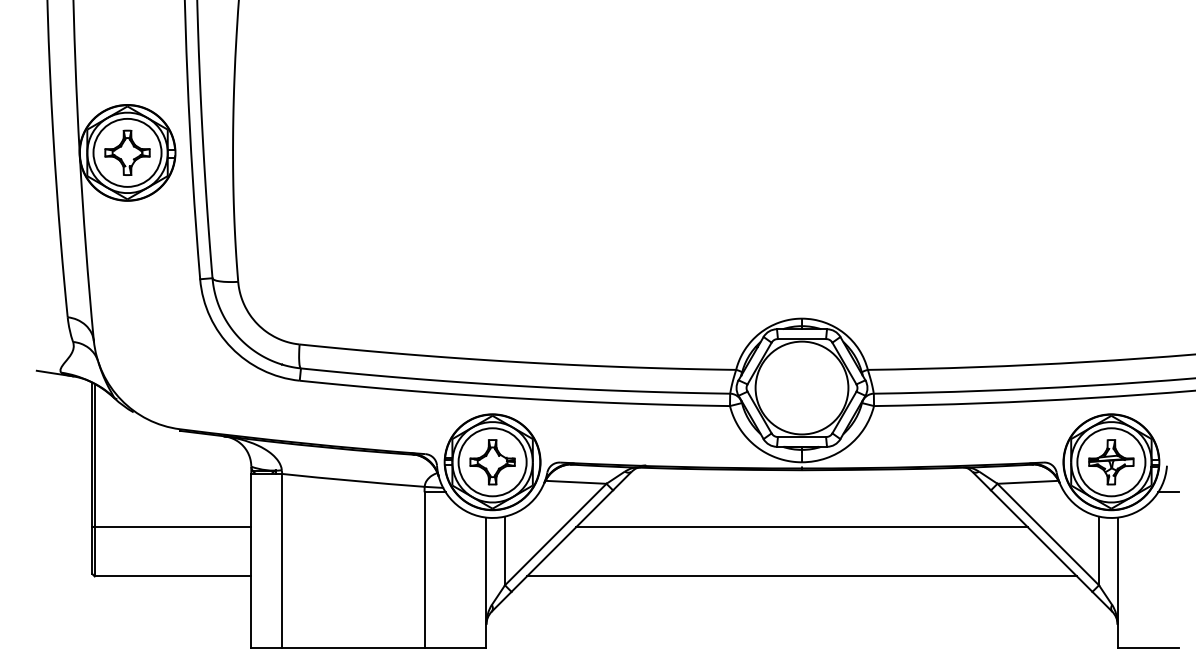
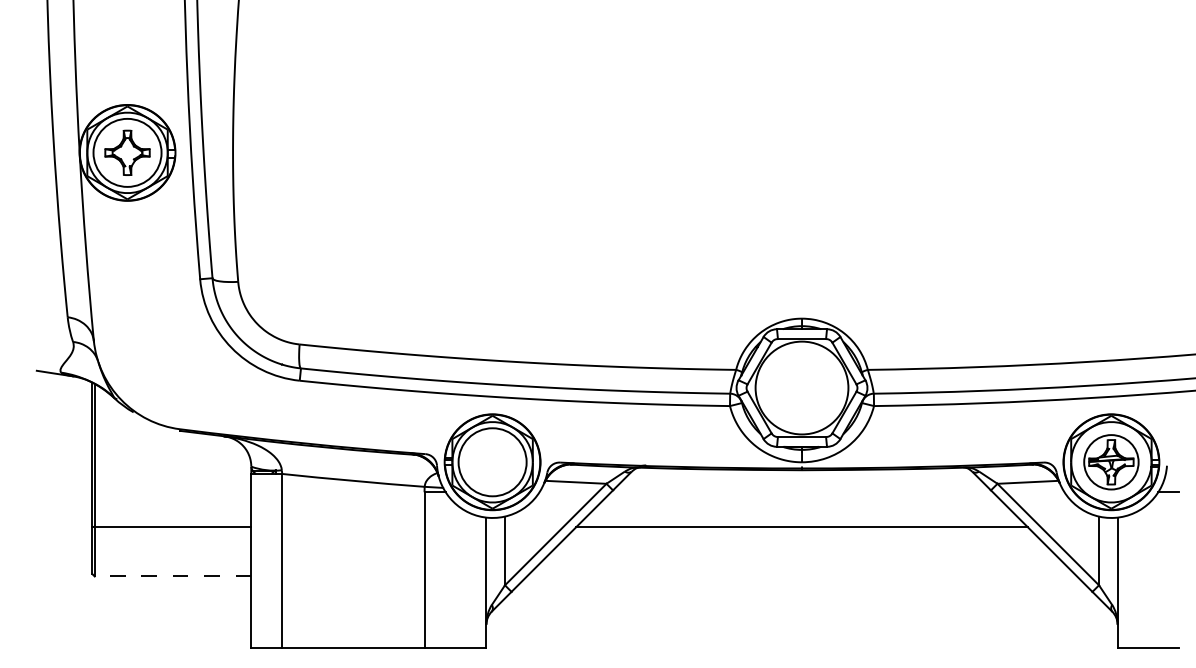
part at (492, 462): present -> none
circle at (1111, 462) diameter: 68 px -> 54 px
line at (172, 576): solid -> dashed
line at (801, 576): present -> none
